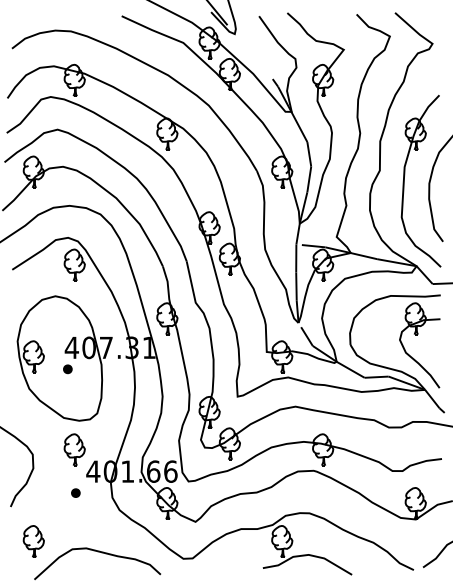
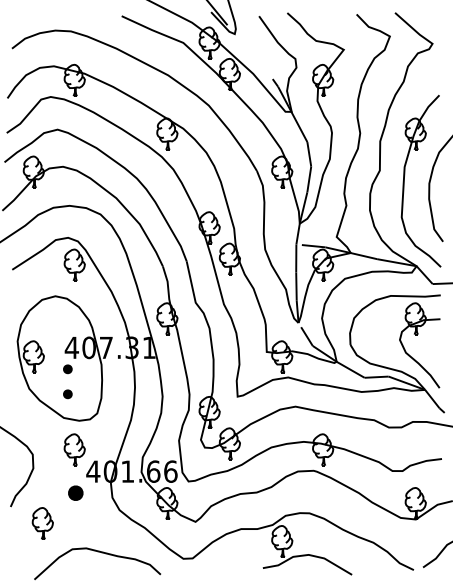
part at (67, 394): none -> present
part at (75, 492) size: 10x10 px -> 16x16 px
part at (33, 541) position: (33, 541) -> (42, 523)
